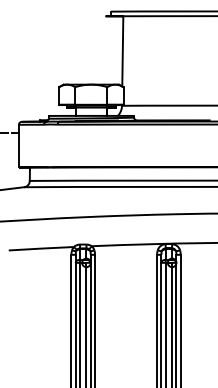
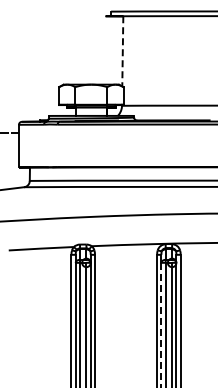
line at (122, 51): solid -> dashed
line at (161, 325): solid -> dashed
